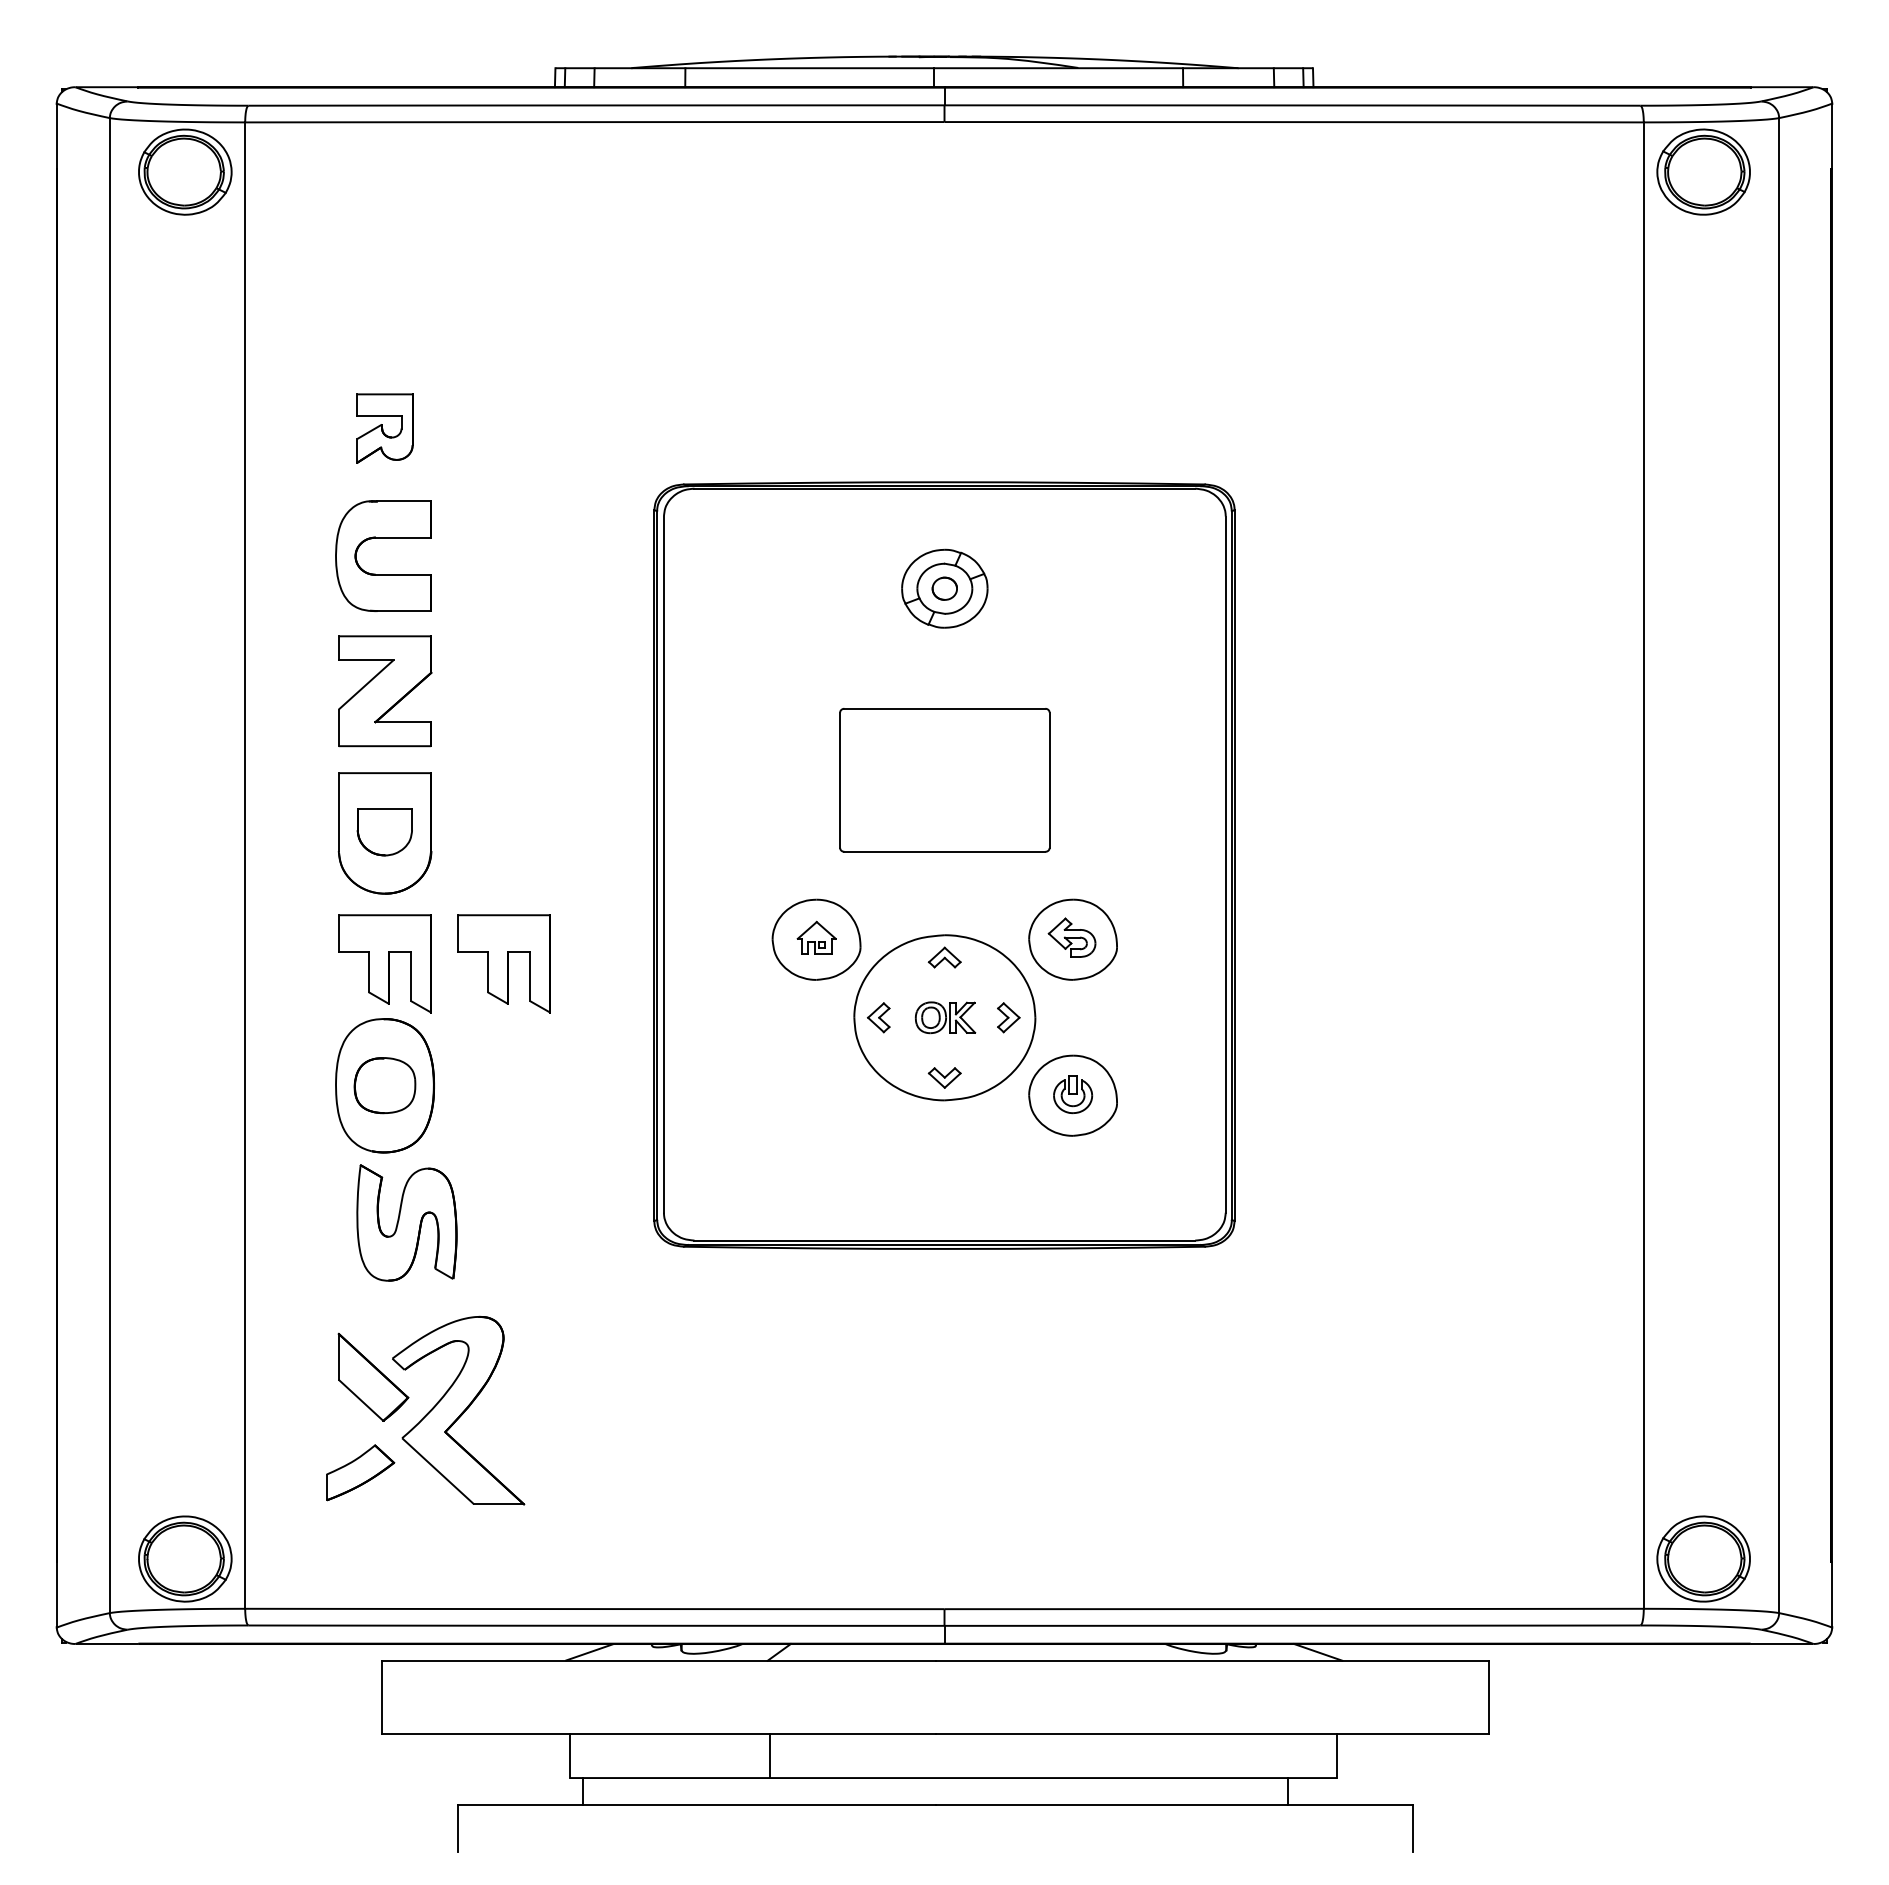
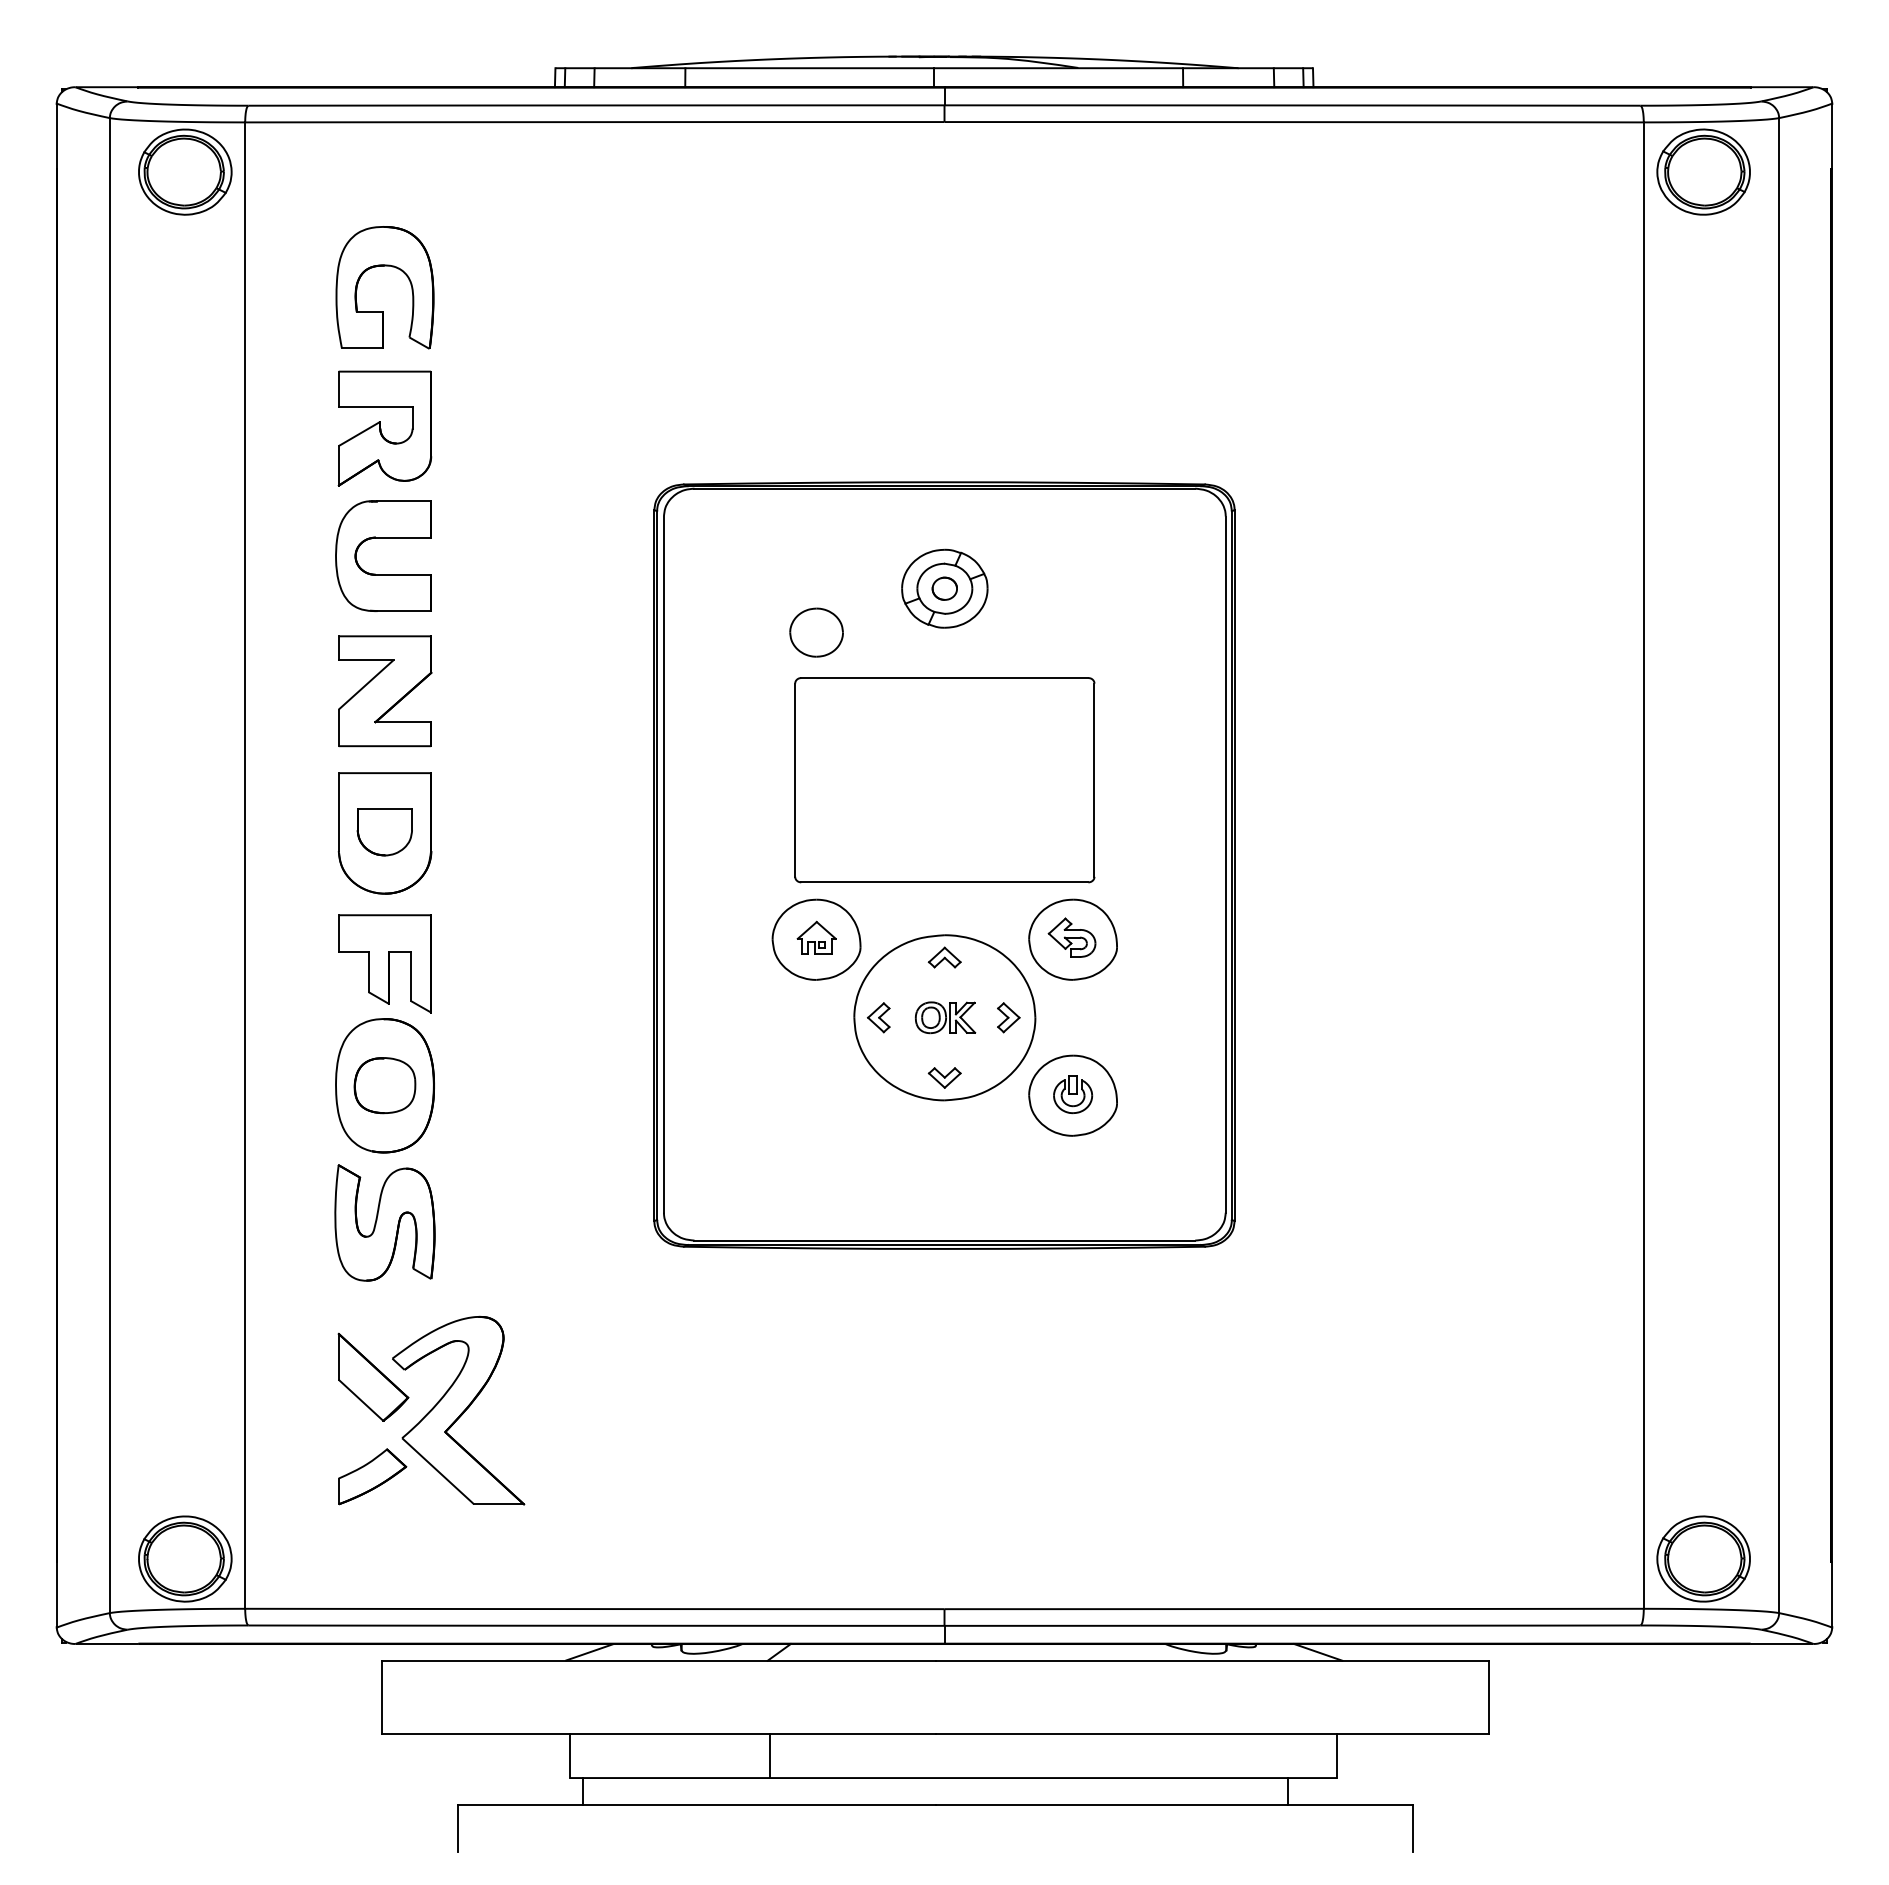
part at (384, 266): none -> present
part at (384, 428) size: 58x71 px -> 96x117 px
part at (816, 632): none -> present
part at (944, 780) size: 212x145 px -> 302x207 px
part at (503, 963): present -> none
part at (406, 1222) position: (406, 1222) -> (384, 1222)
part at (360, 1472) position: (360, 1472) -> (372, 1476)
